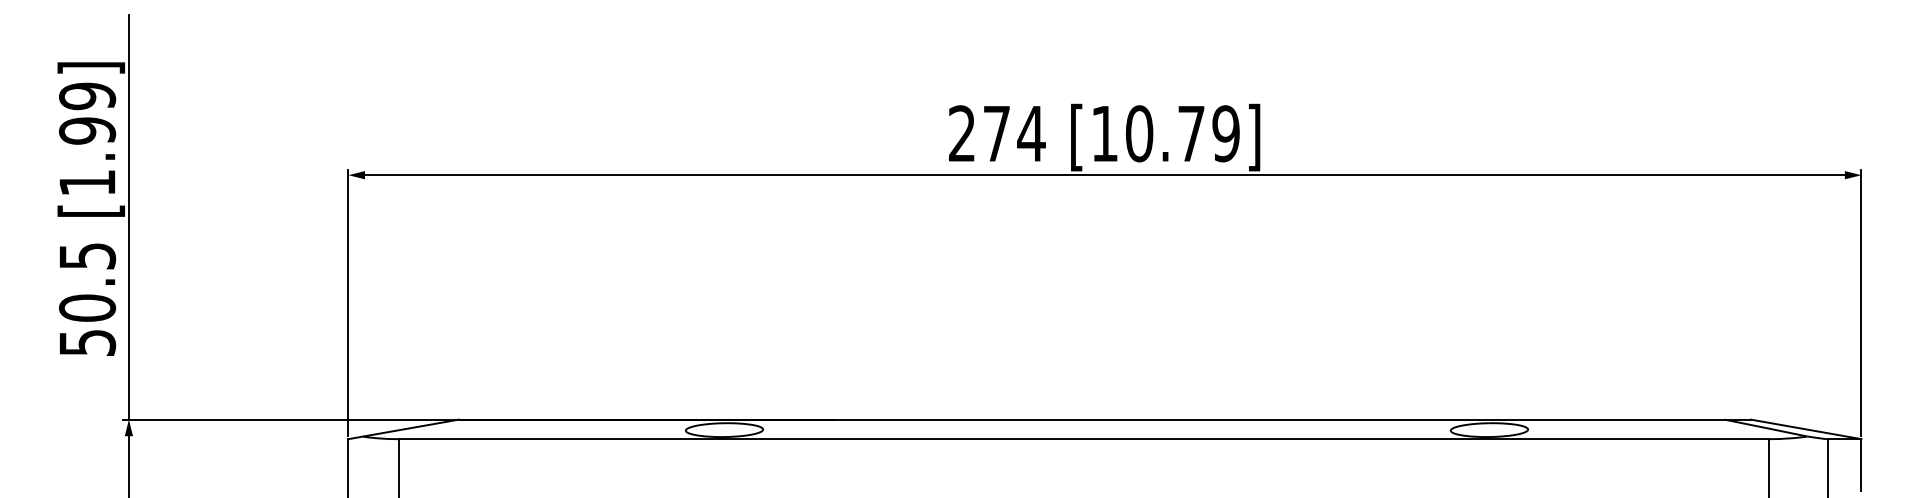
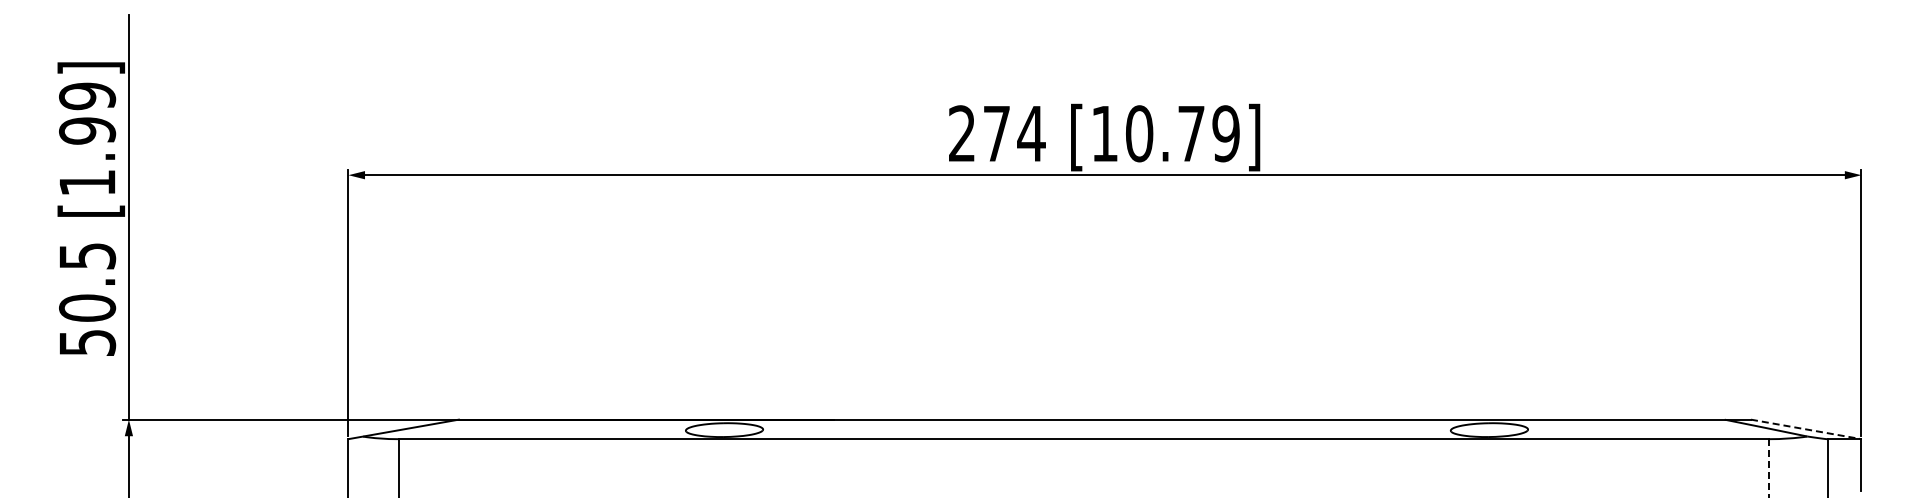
line at (1806, 429): solid -> dashed
line at (1768, 468): solid -> dashed
